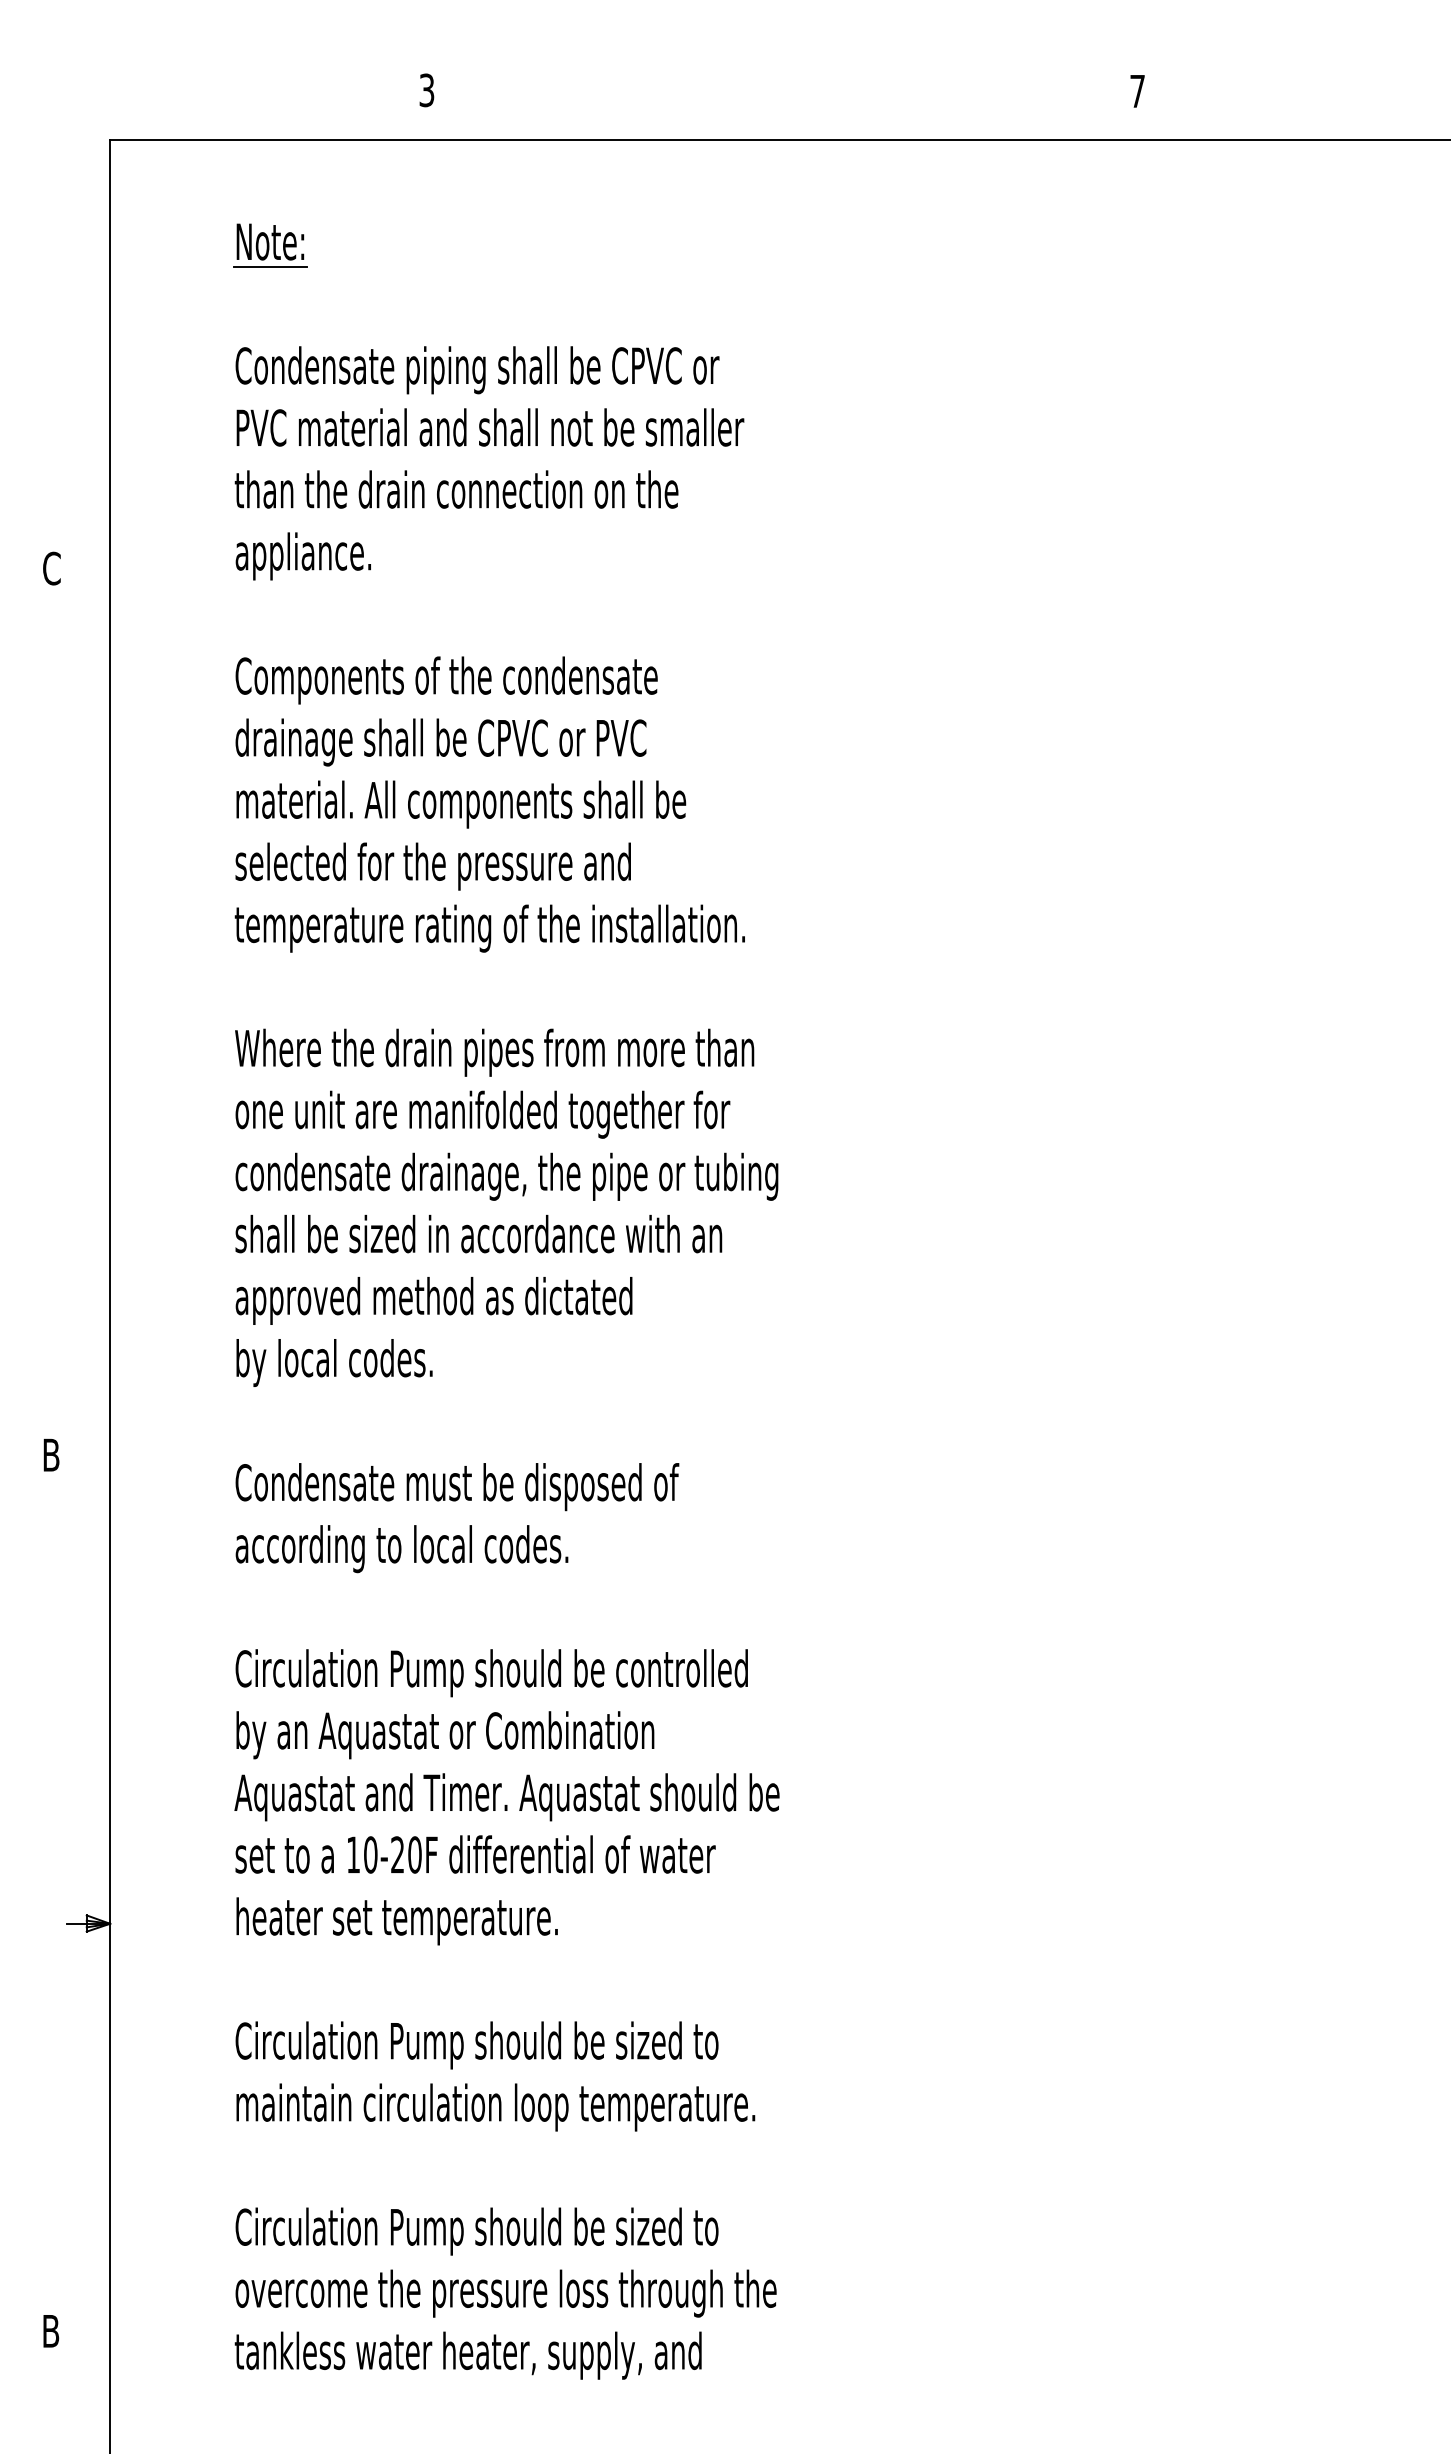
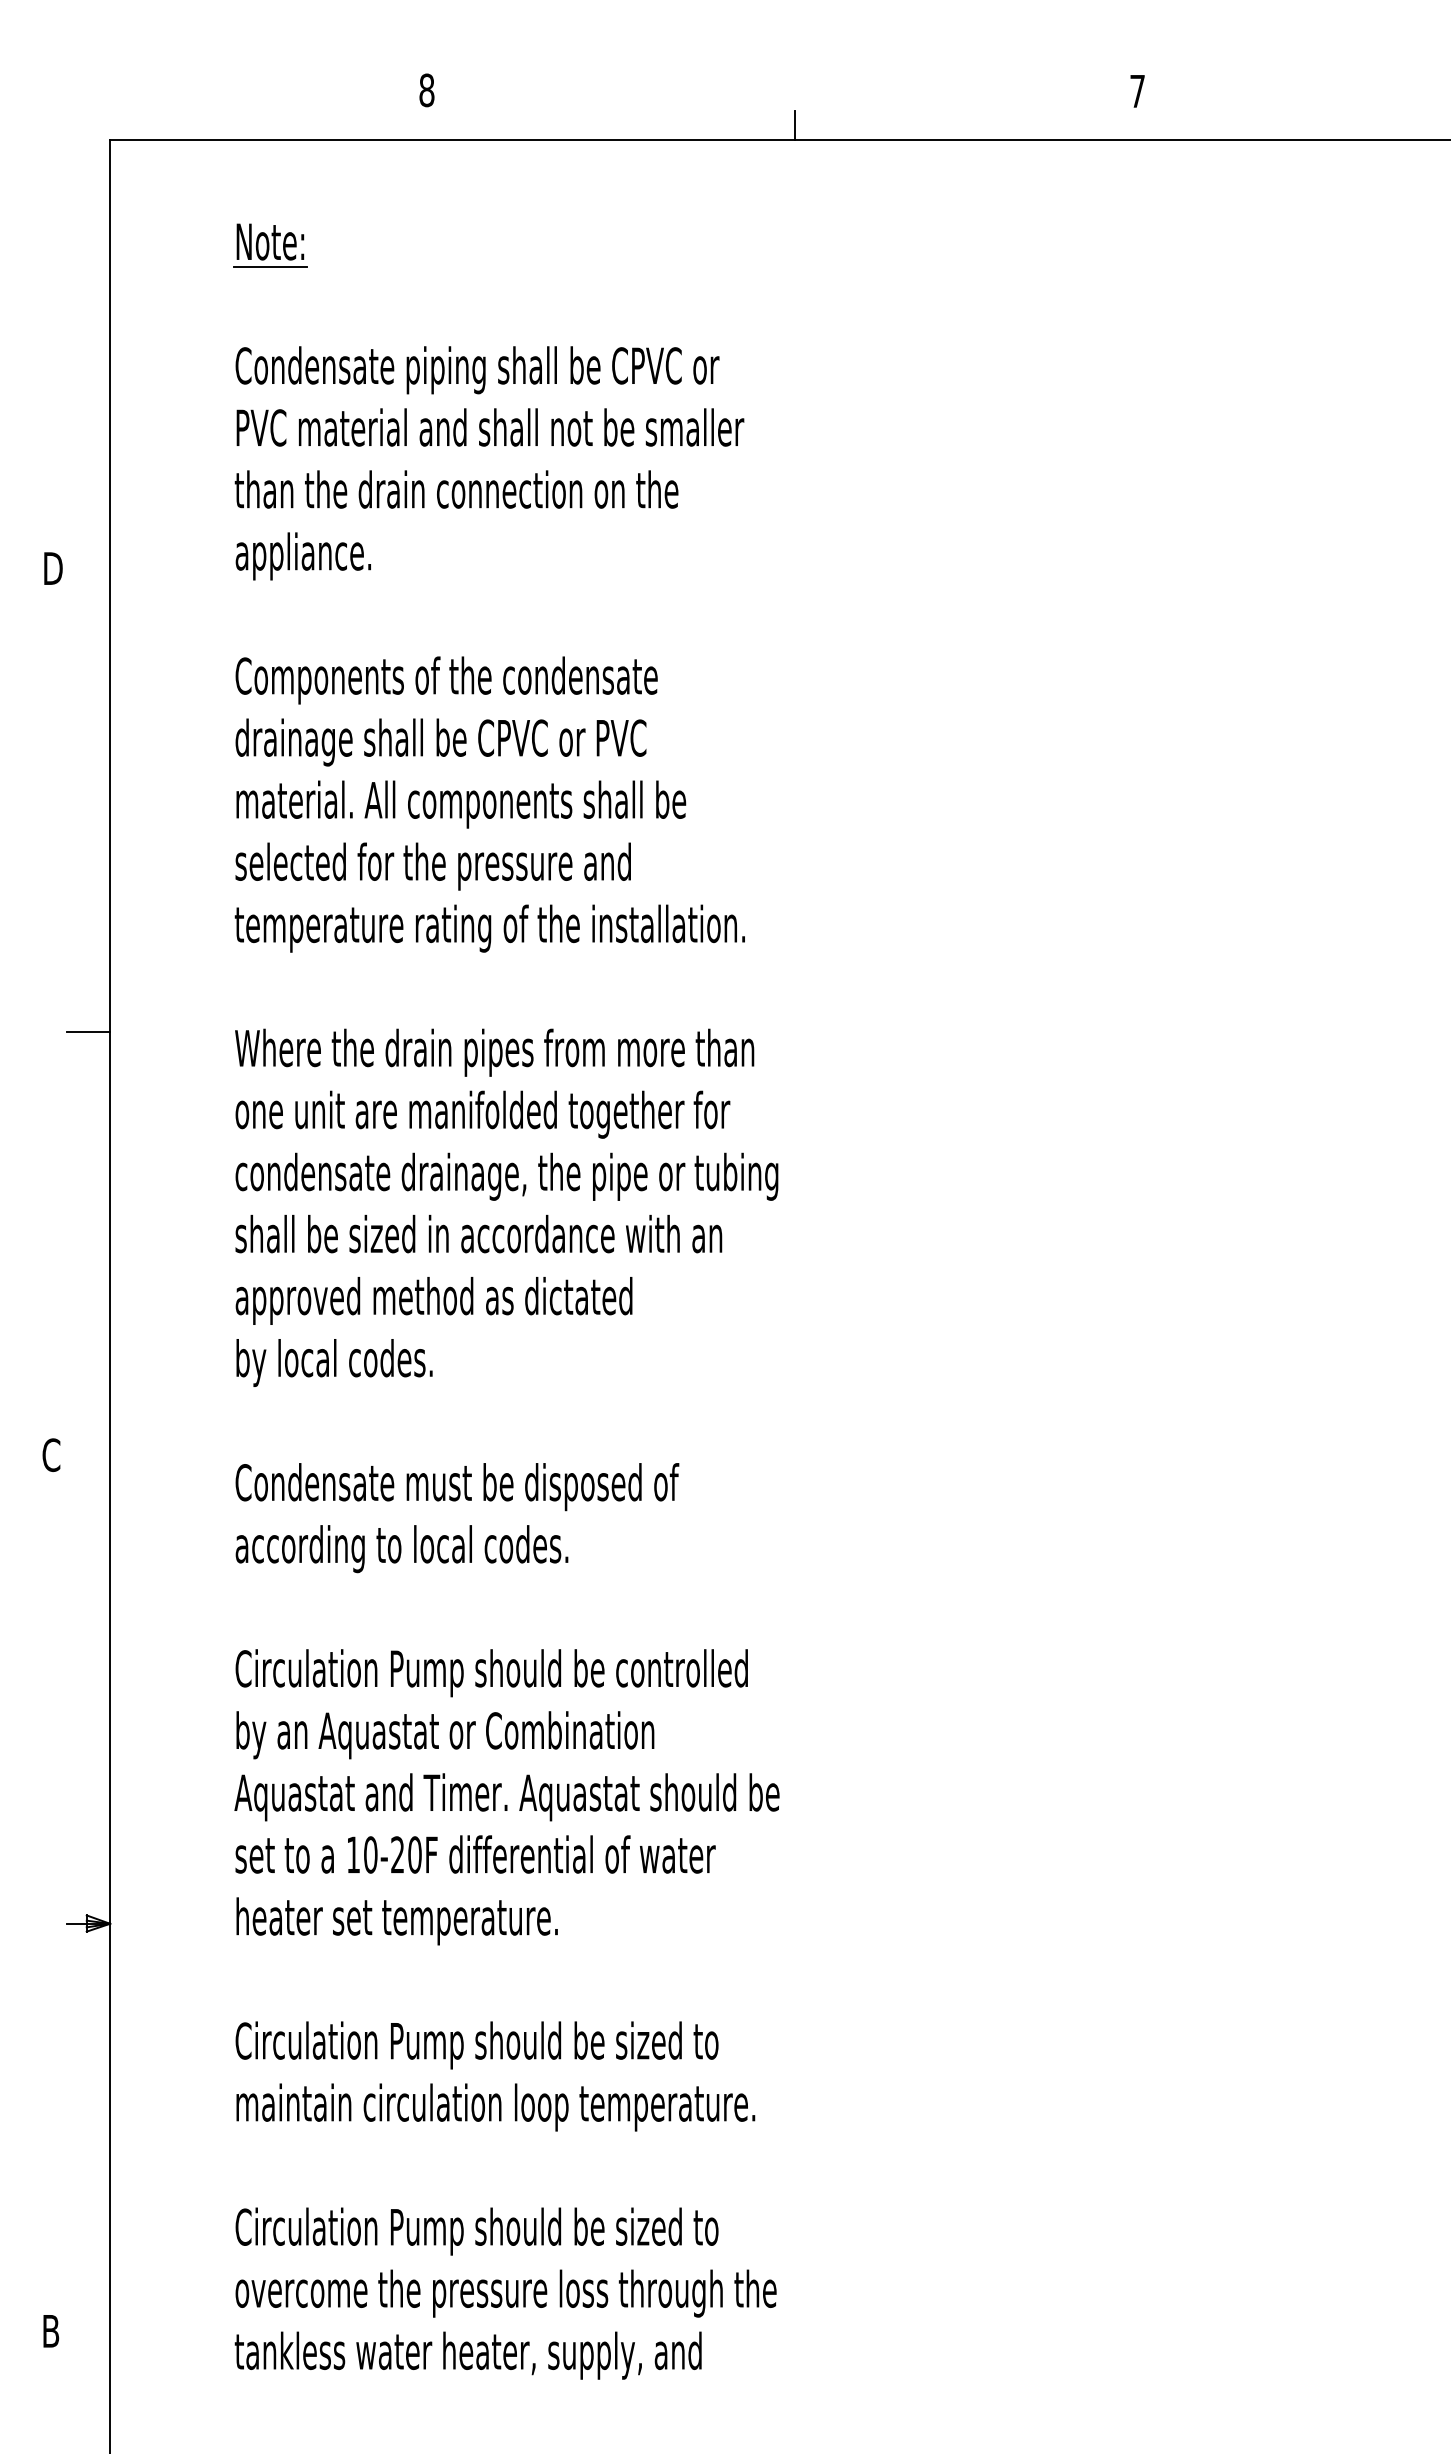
text at (426, 90): 3 -> 8
line at (795, 125): none -> present
text at (52, 568): C -> D
line at (88, 1031): none -> present
text at (51, 1455): B -> C
